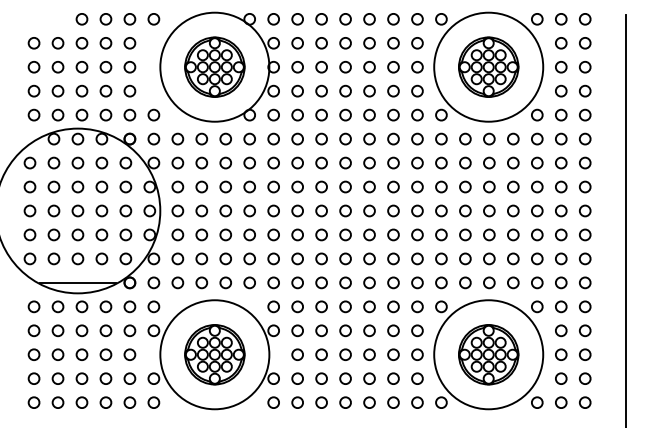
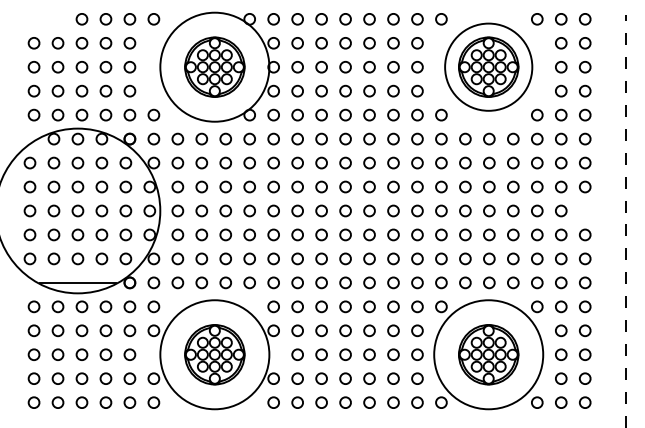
circle at (488, 66) diameter: 109 px -> 87 px
circle at (585, 210): present -> none
line at (625, 220): solid -> dashed
